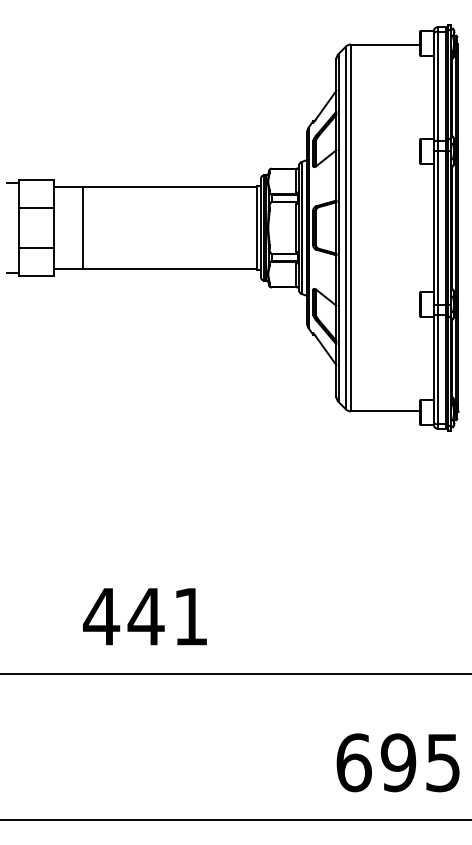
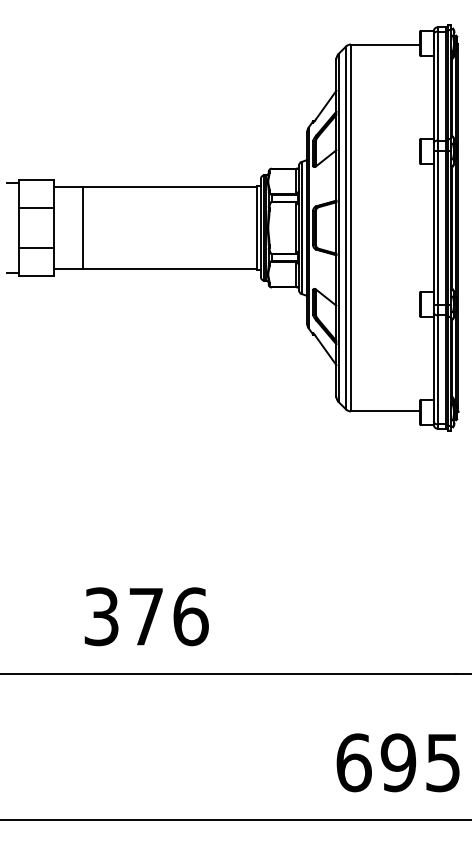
text at (145, 616): 441 -> 376
